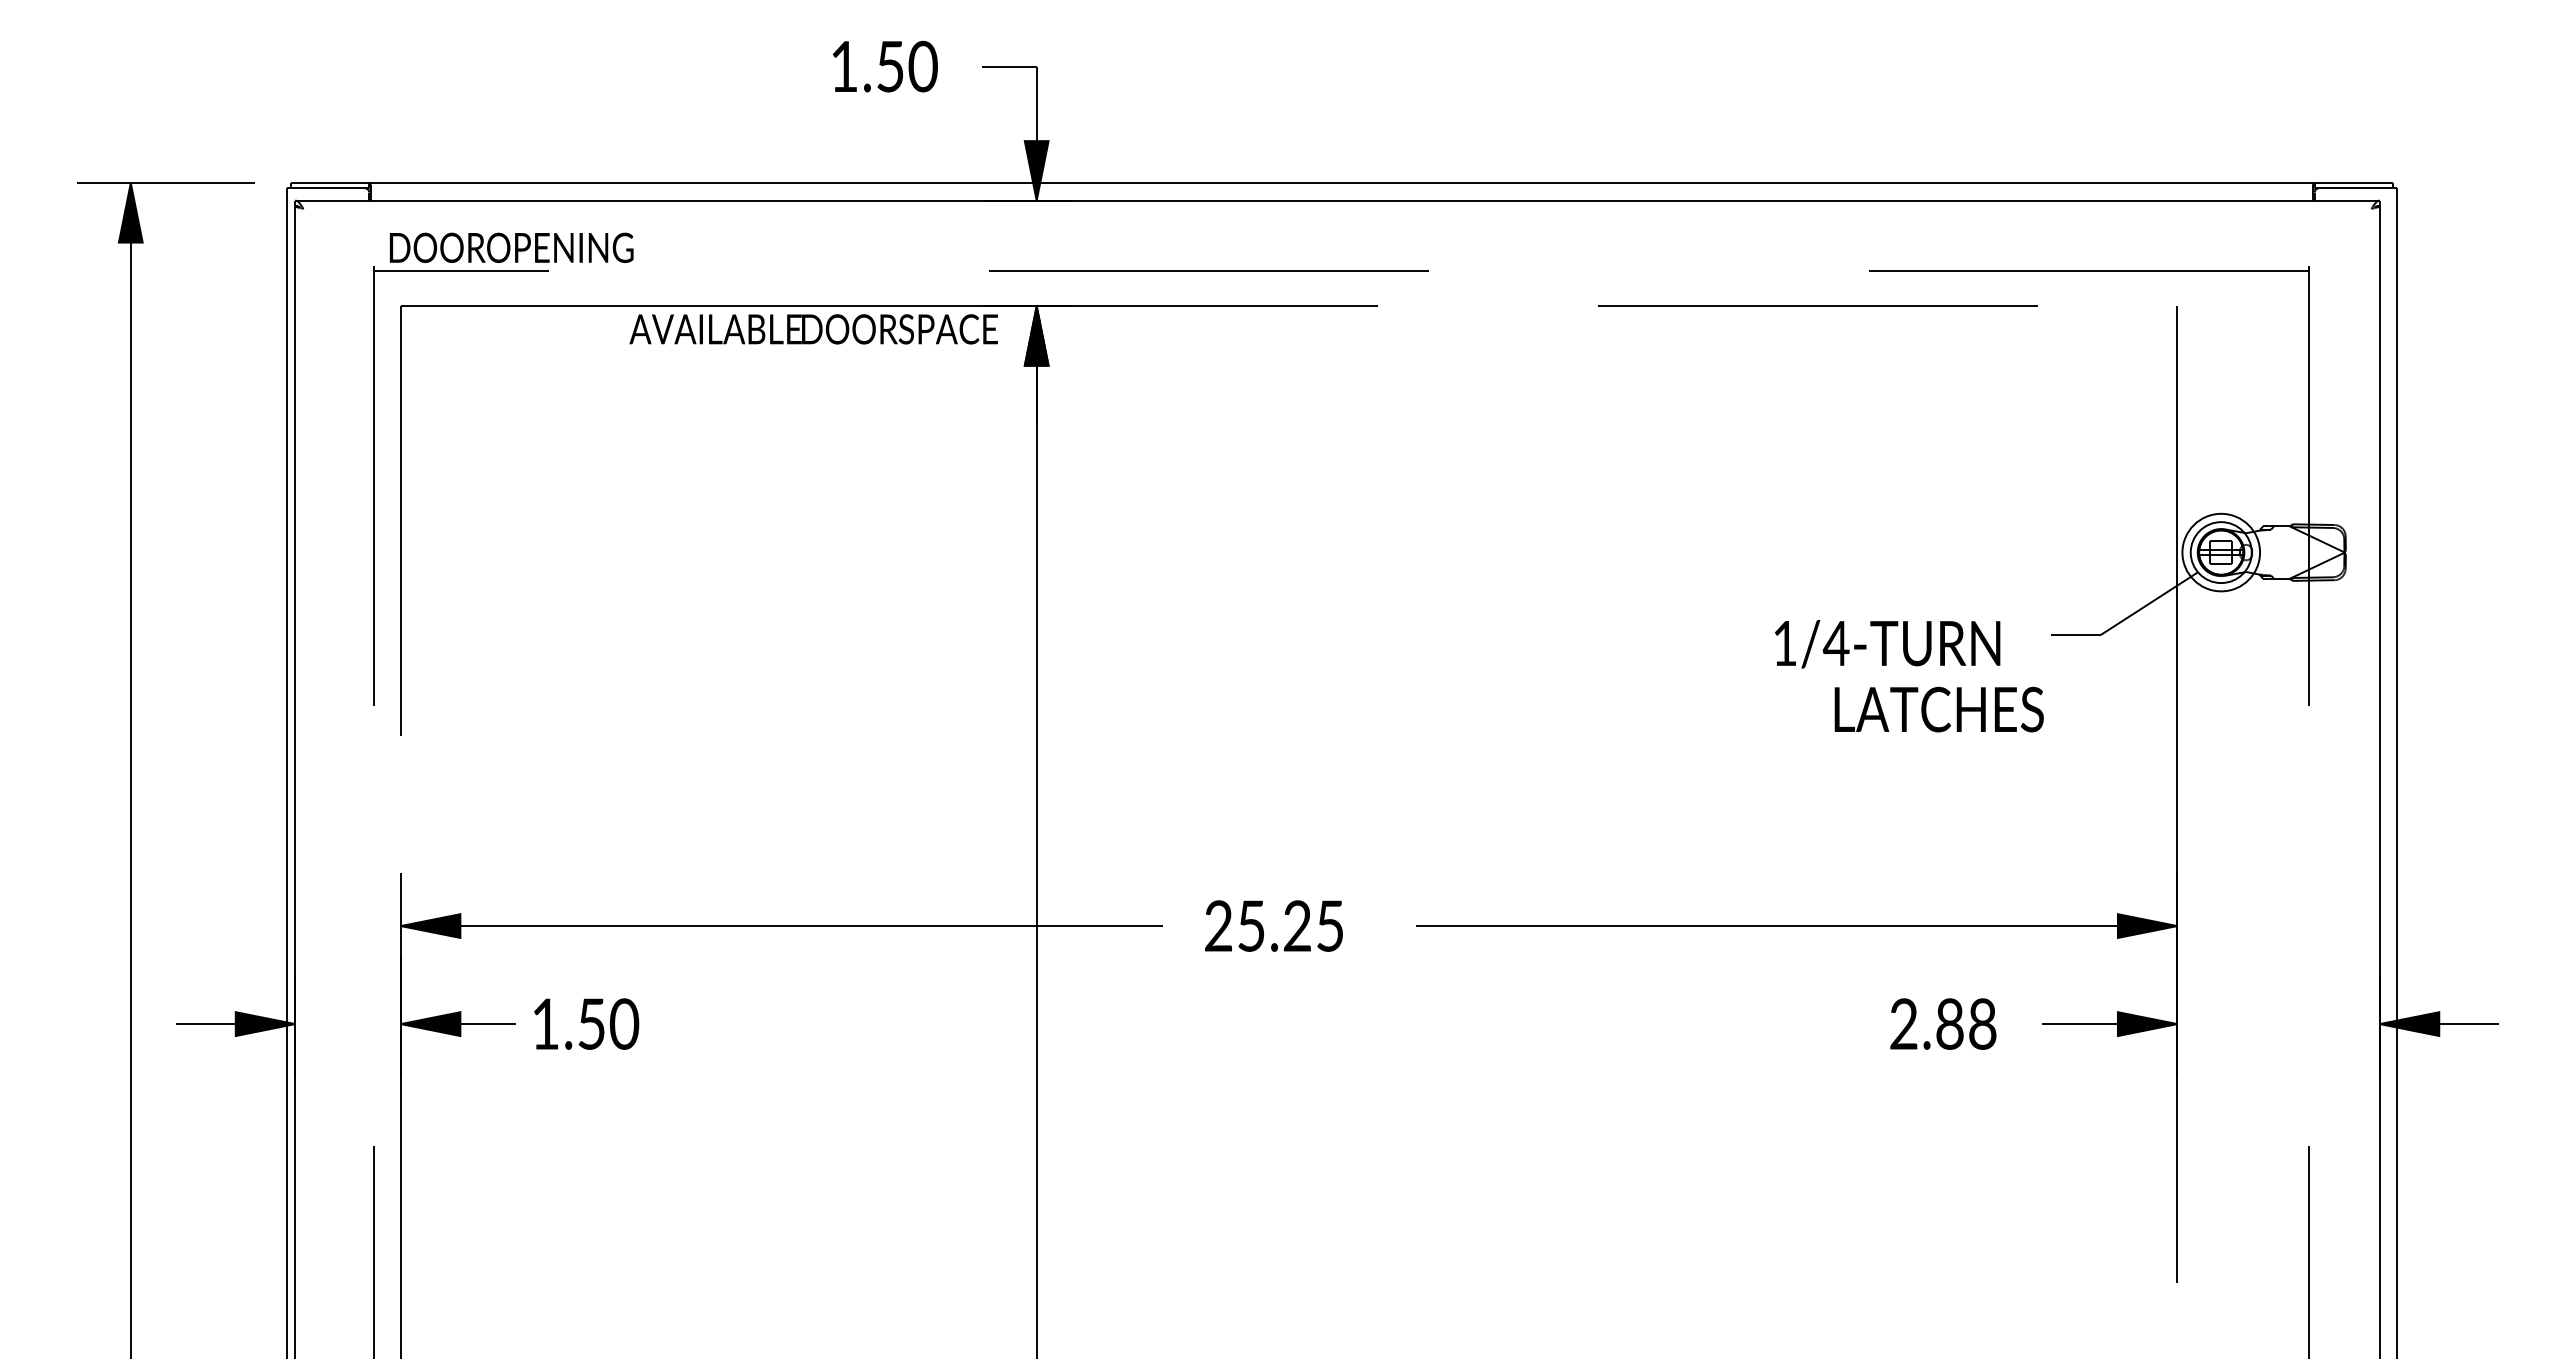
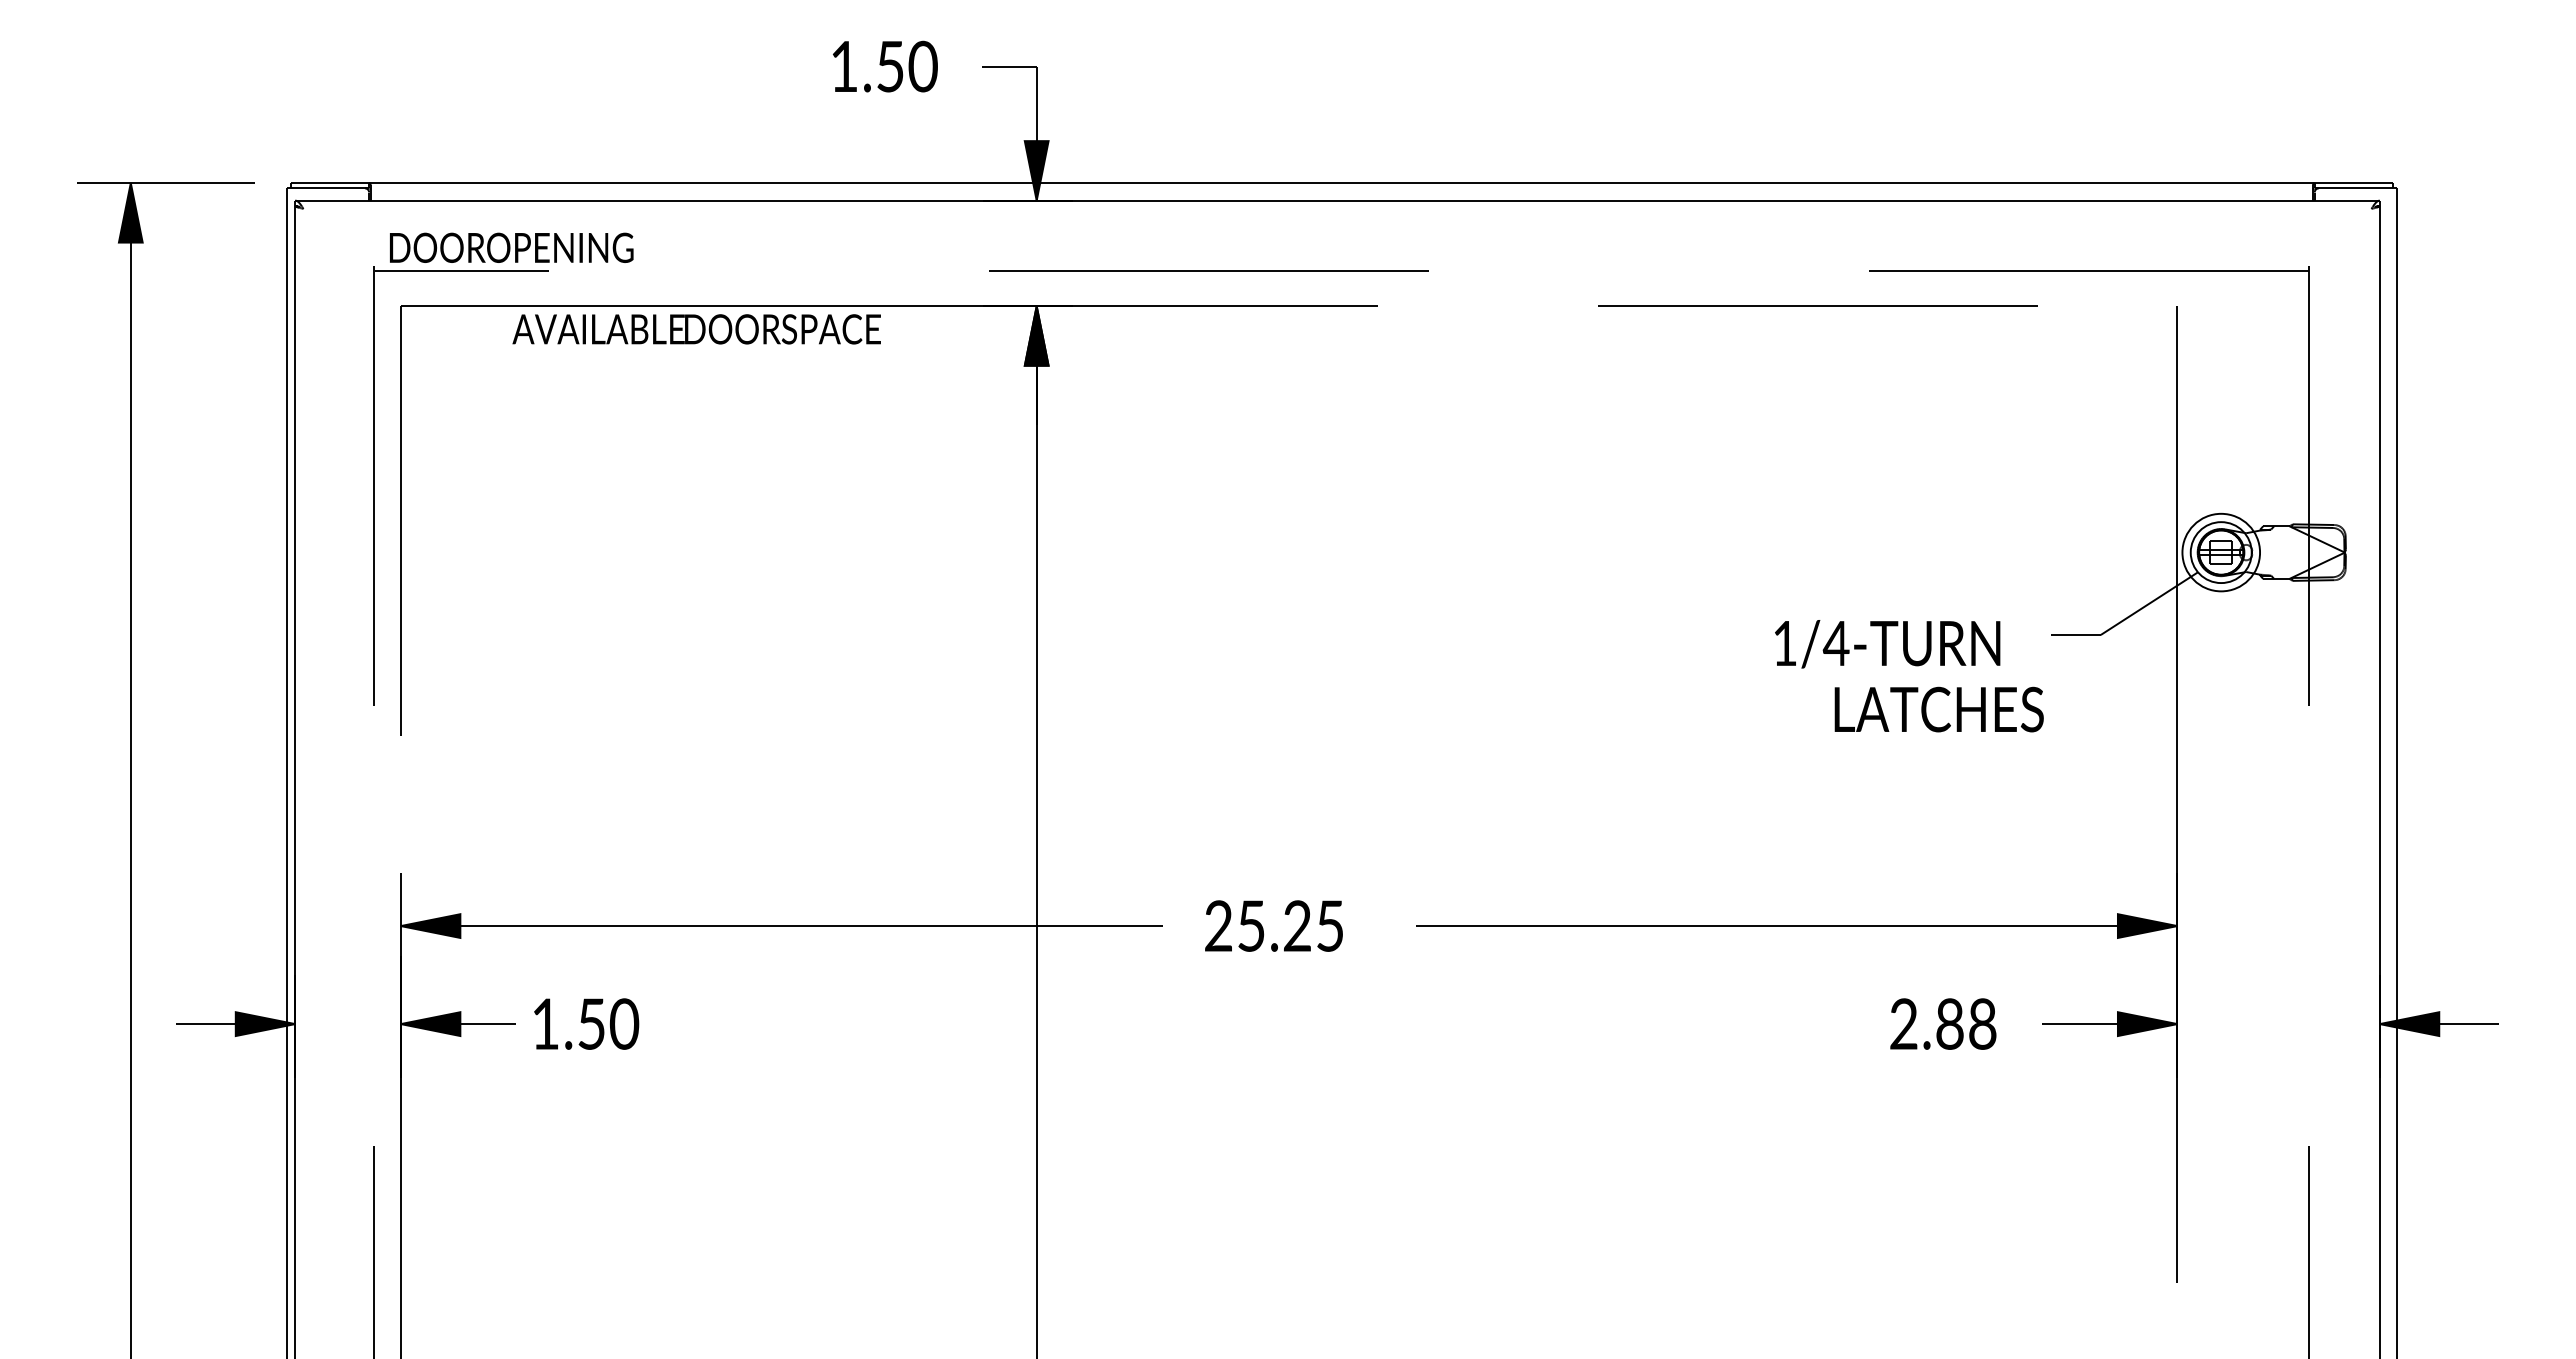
text at (813, 329) position: (813, 329) -> (696, 329)
